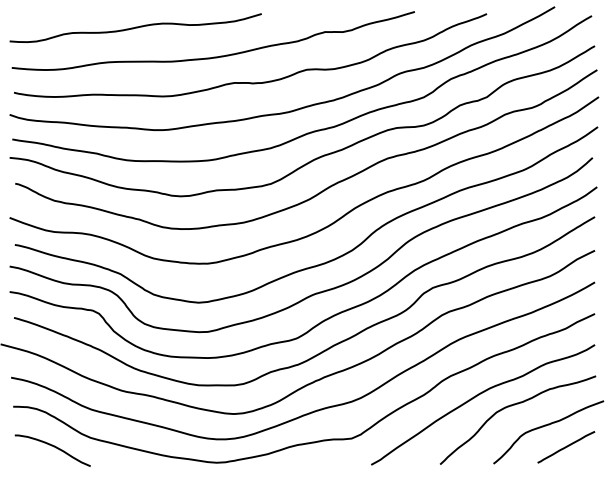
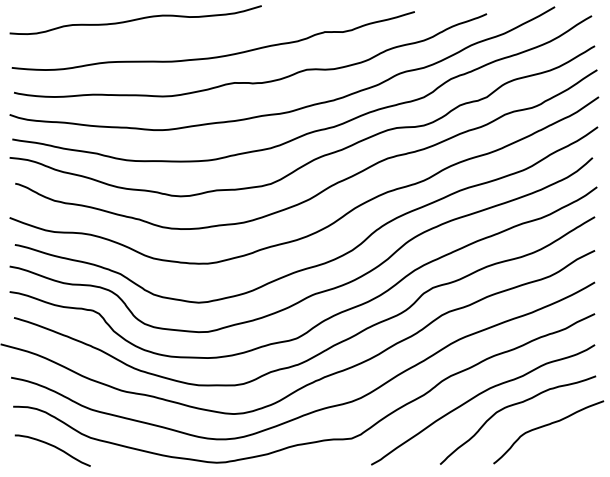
curve at (135, 27) position: (135, 27) -> (135, 19)
line at (566, 447): present -> none
